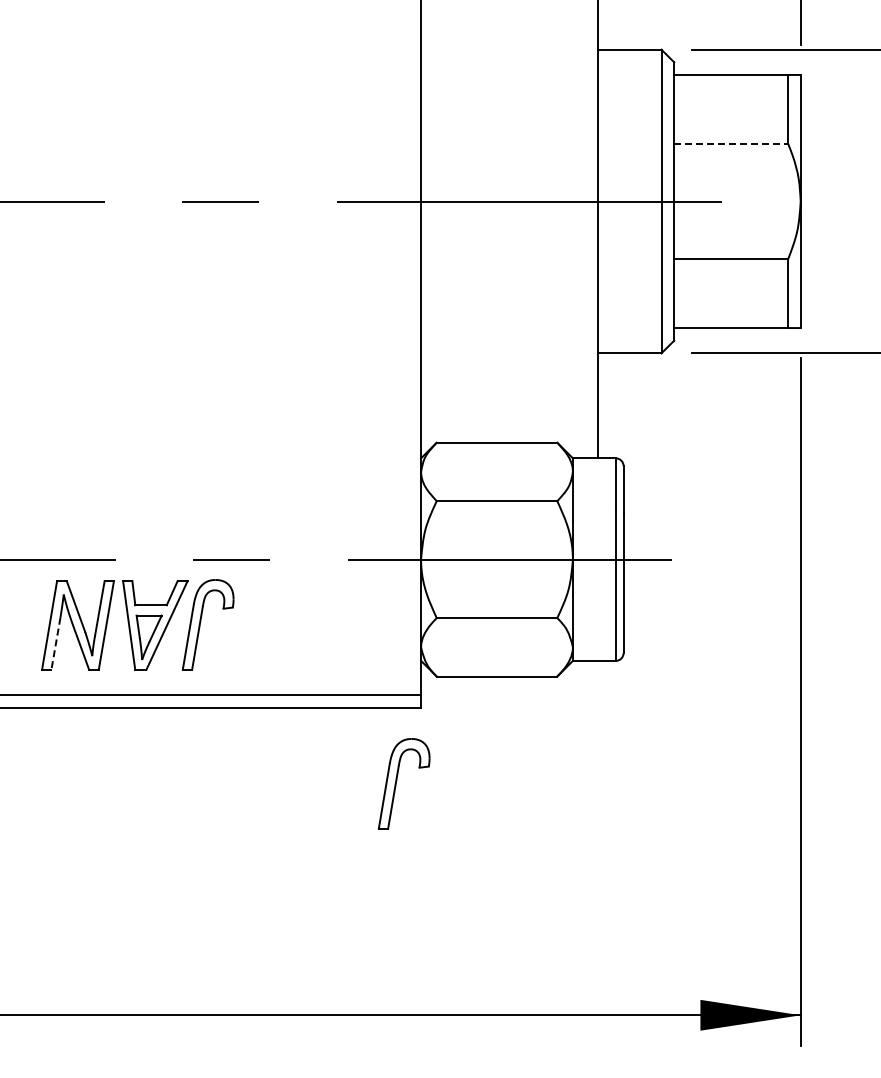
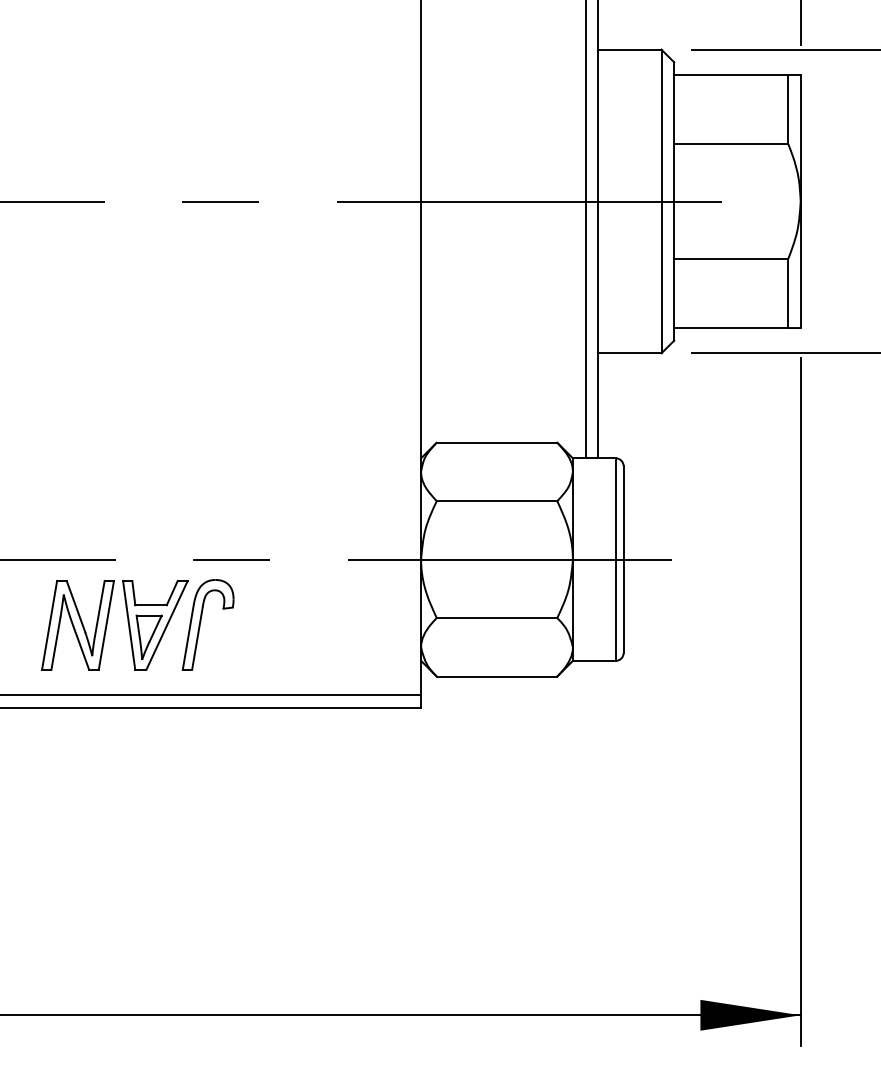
line at (731, 143): dashed -> solid
line at (585, 230): none -> present
line at (55, 644): dashed -> solid
part at (397, 781): present -> none
